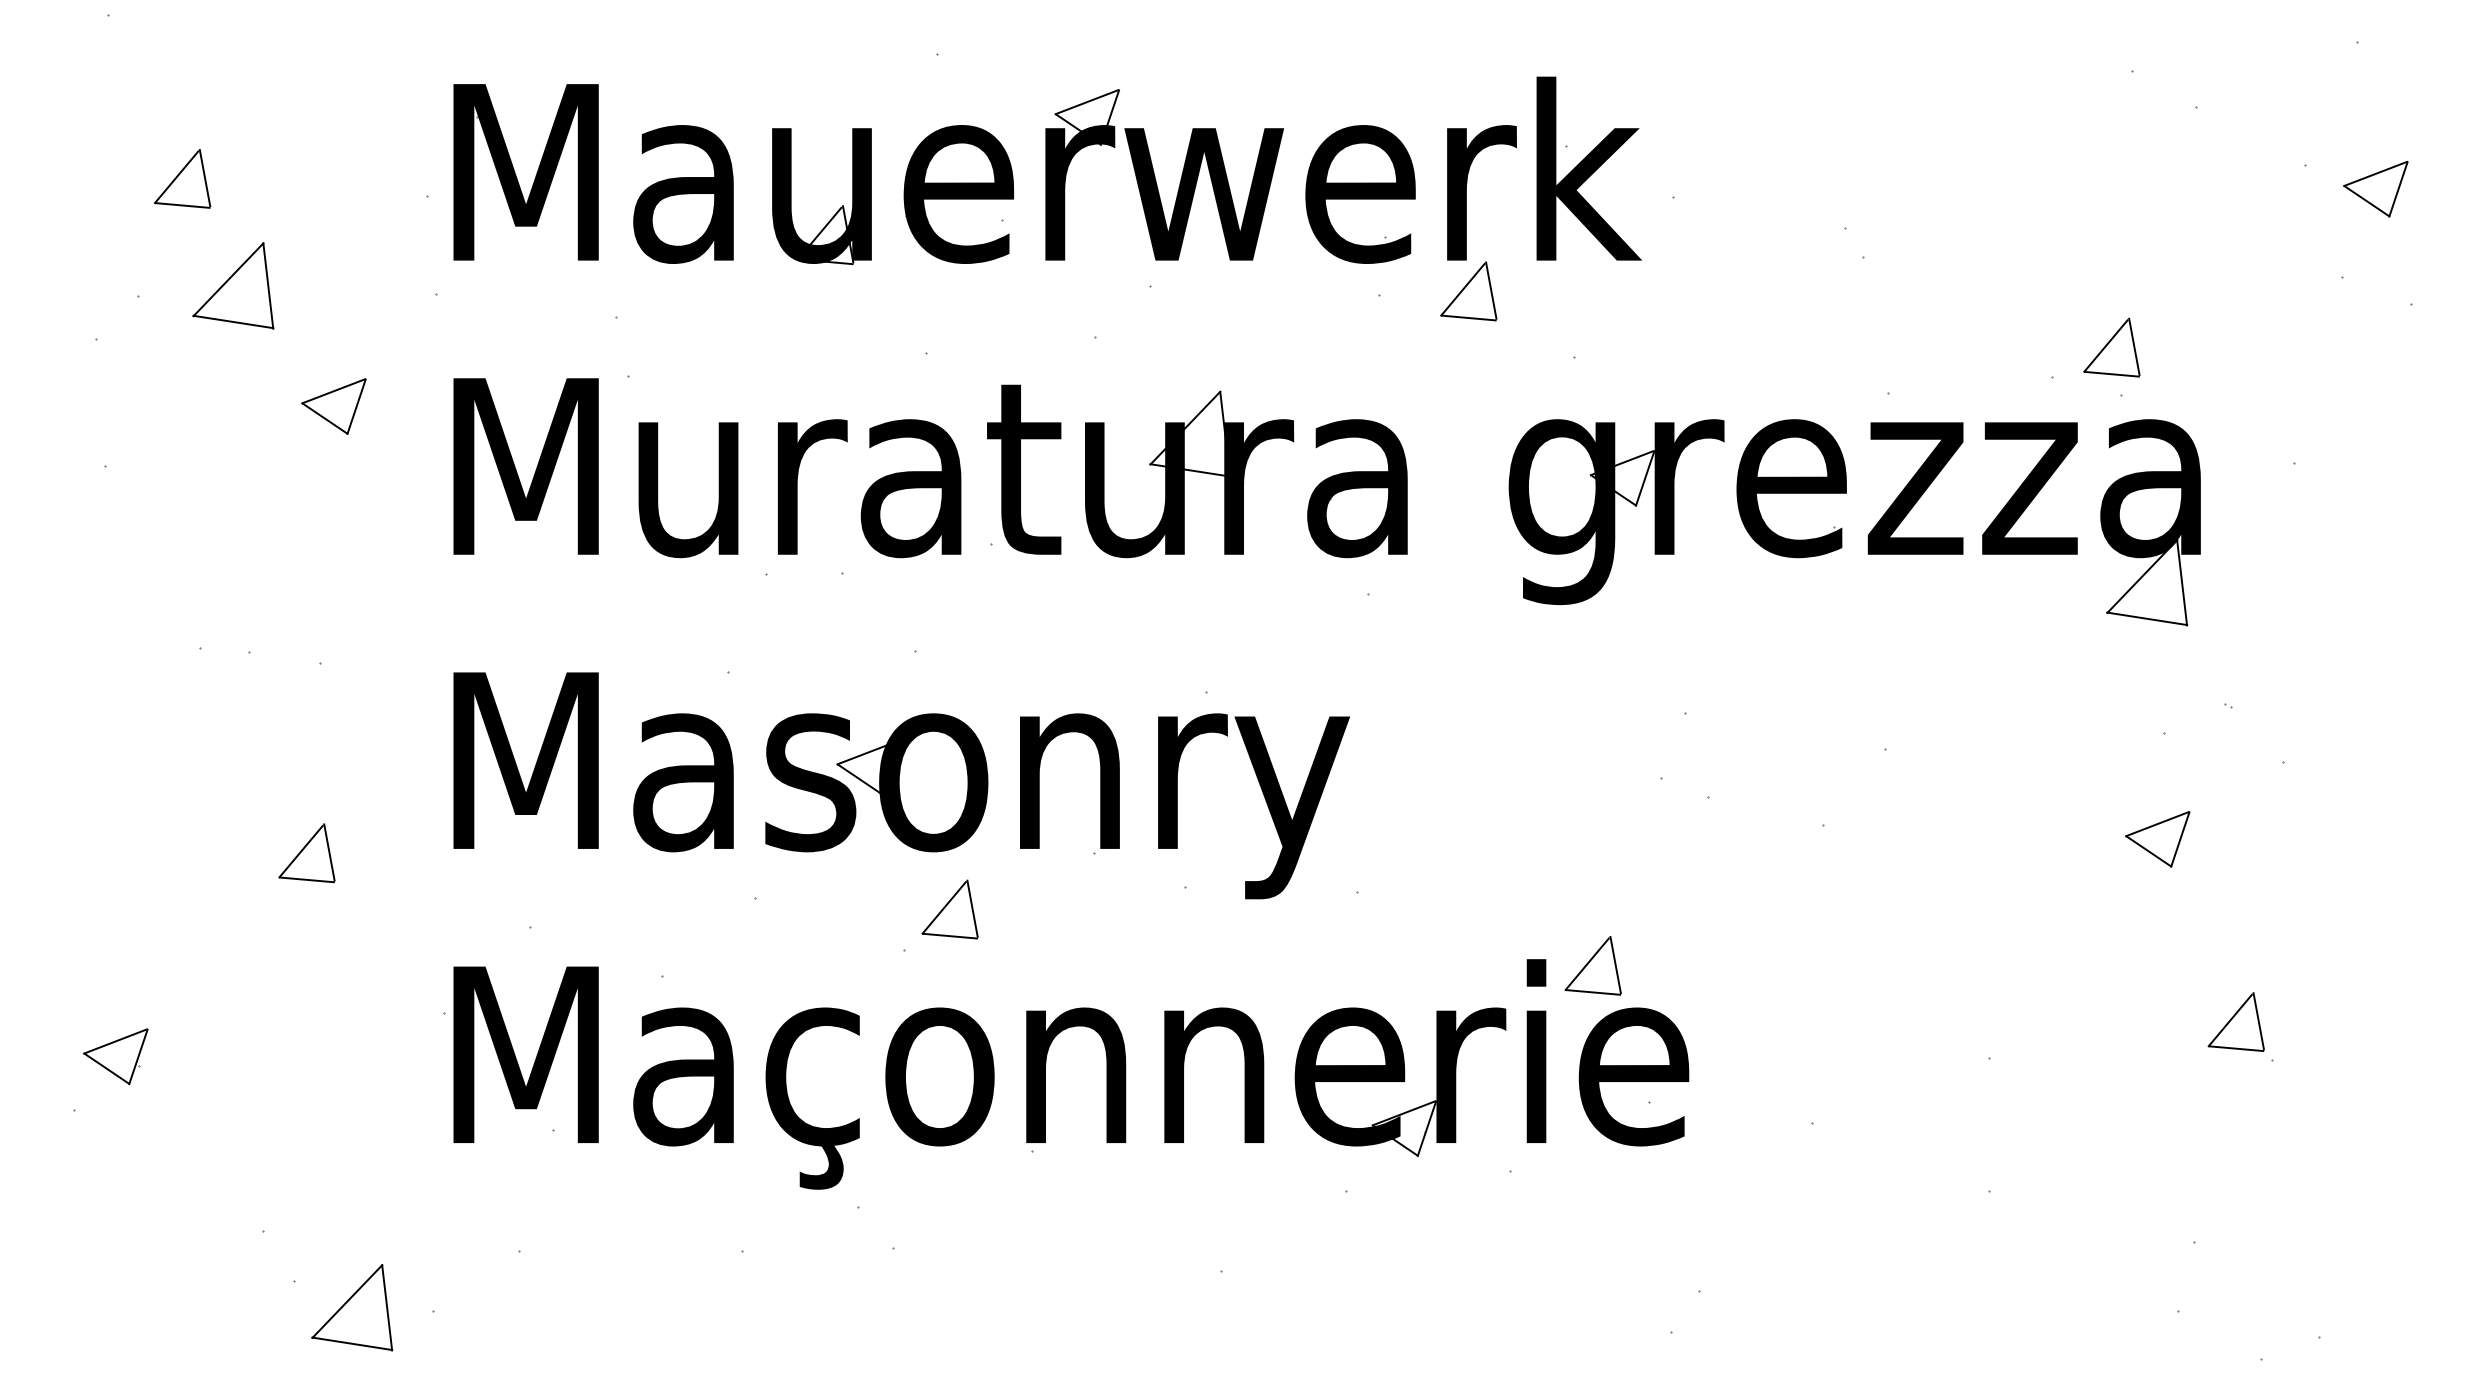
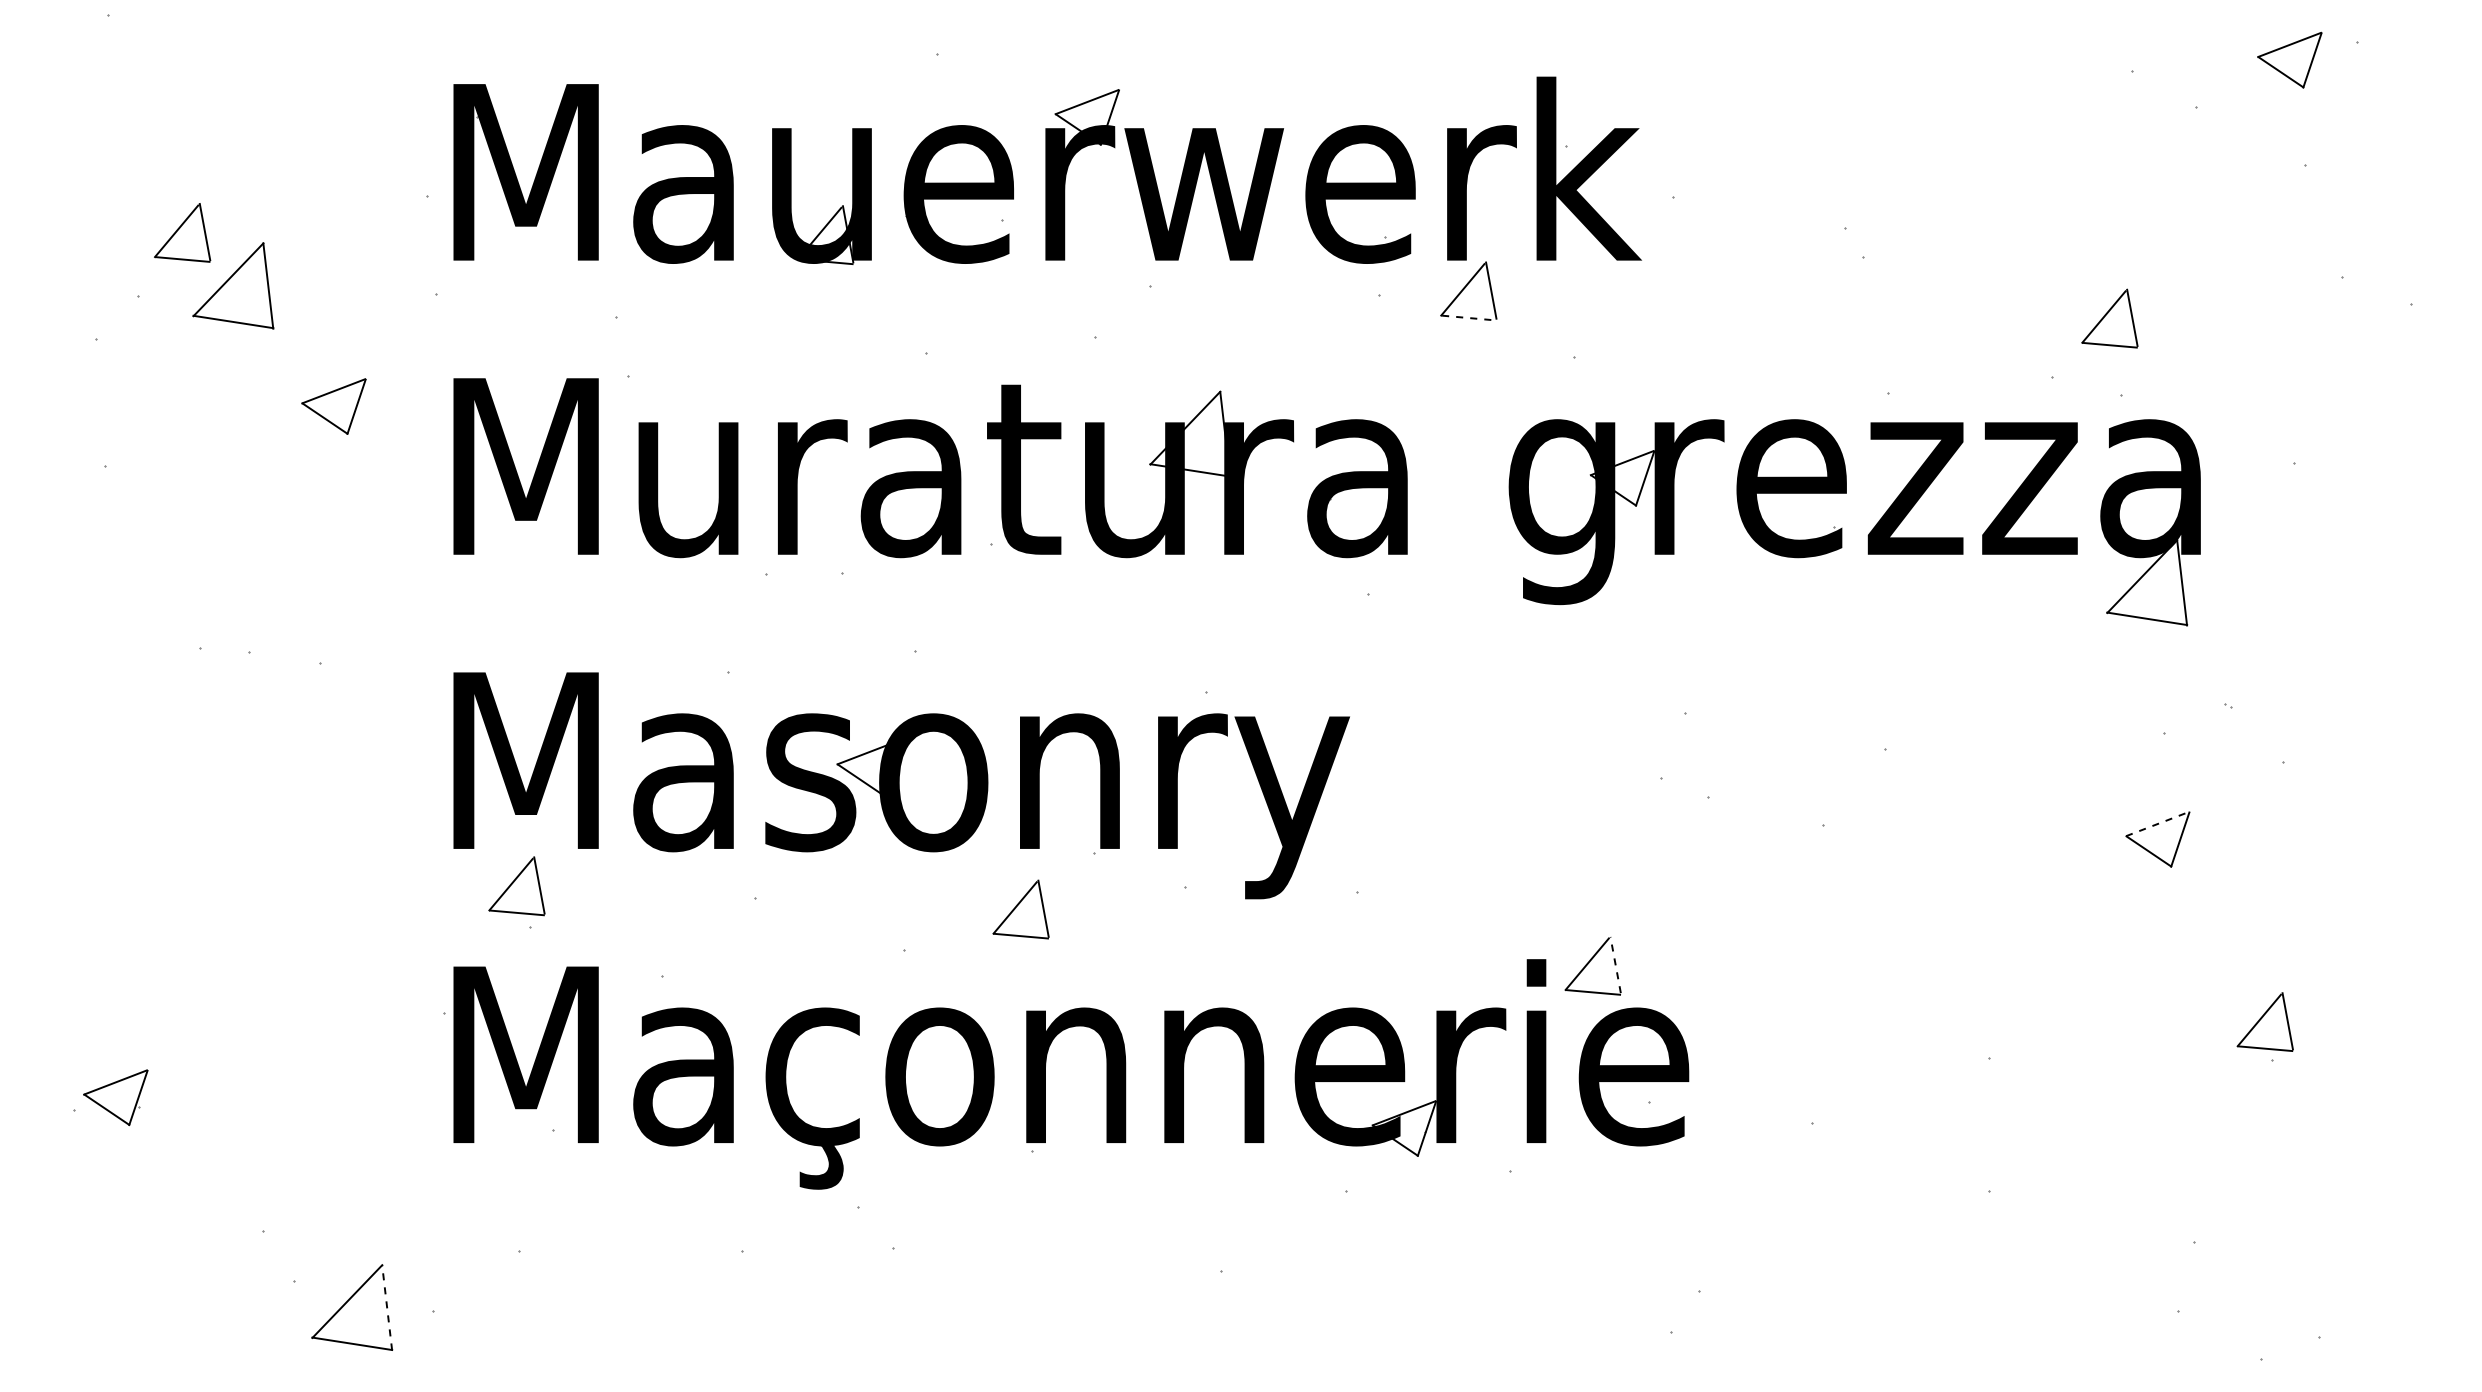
part at (182, 178) position: (182, 178) -> (182, 232)
part at (2375, 188) position: (2375, 188) -> (2289, 59)
line at (1468, 318): solid -> dashed
part at (2111, 347) position: (2111, 347) -> (2109, 318)
line at (2157, 824): solid -> dashed
part at (306, 853) position: (306, 853) -> (516, 886)
part at (949, 909) position: (949, 909) -> (1020, 909)
line at (1615, 965): solid -> dashed
part at (2235, 1021) position: (2235, 1021) -> (2264, 1021)
part at (115, 1056) position: (115, 1056) -> (115, 1097)
line at (387, 1307): solid -> dashed
